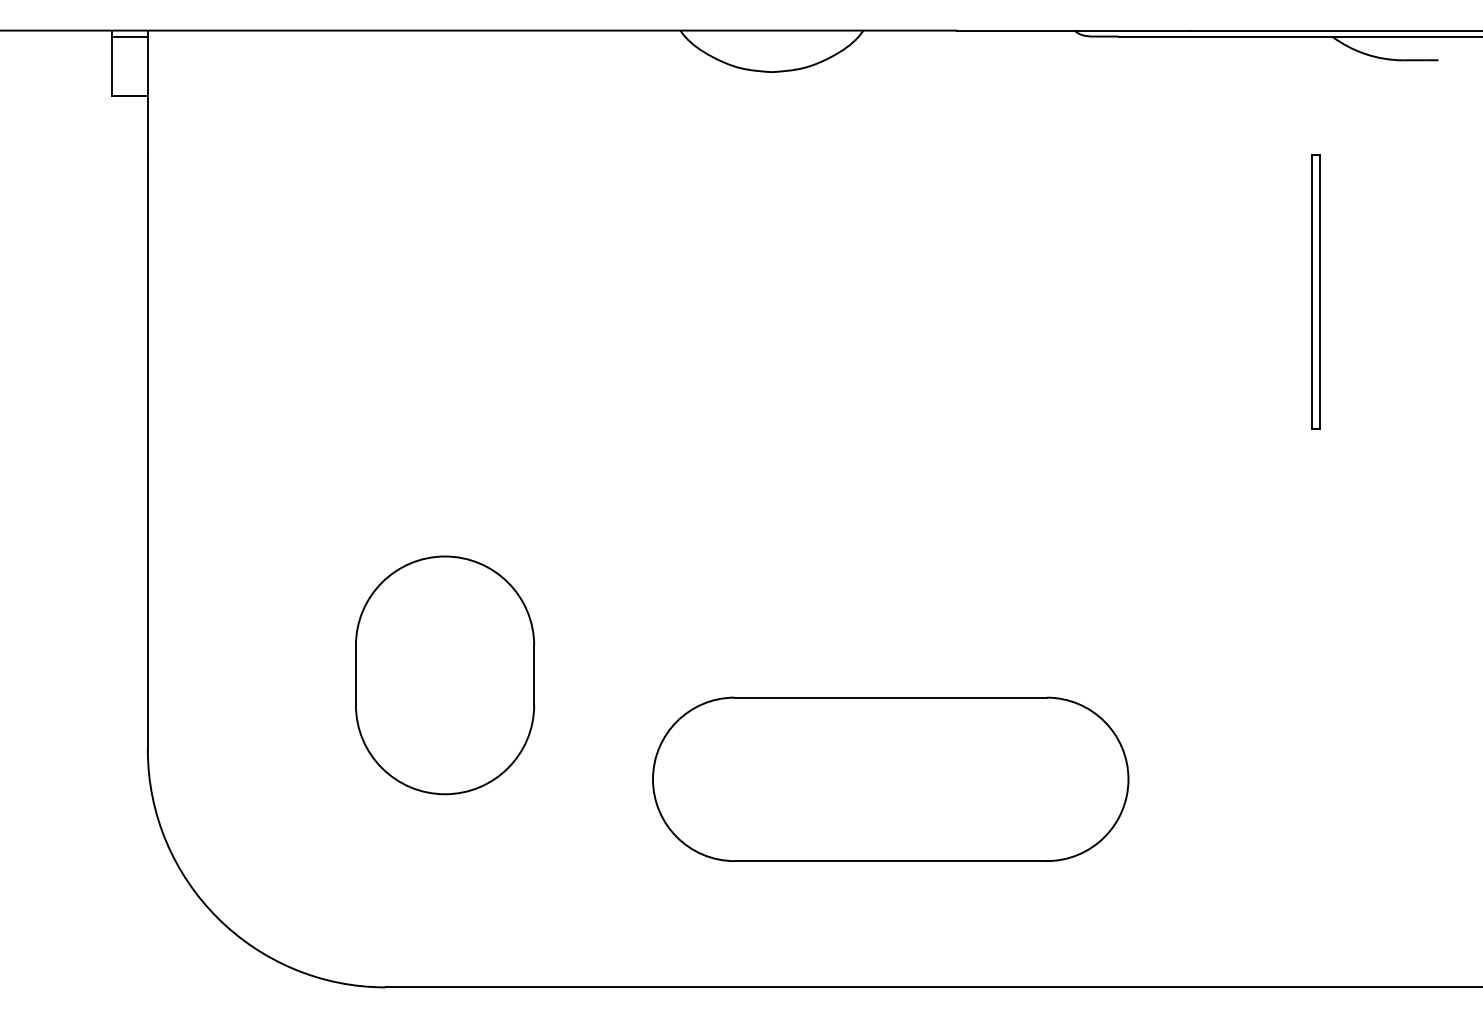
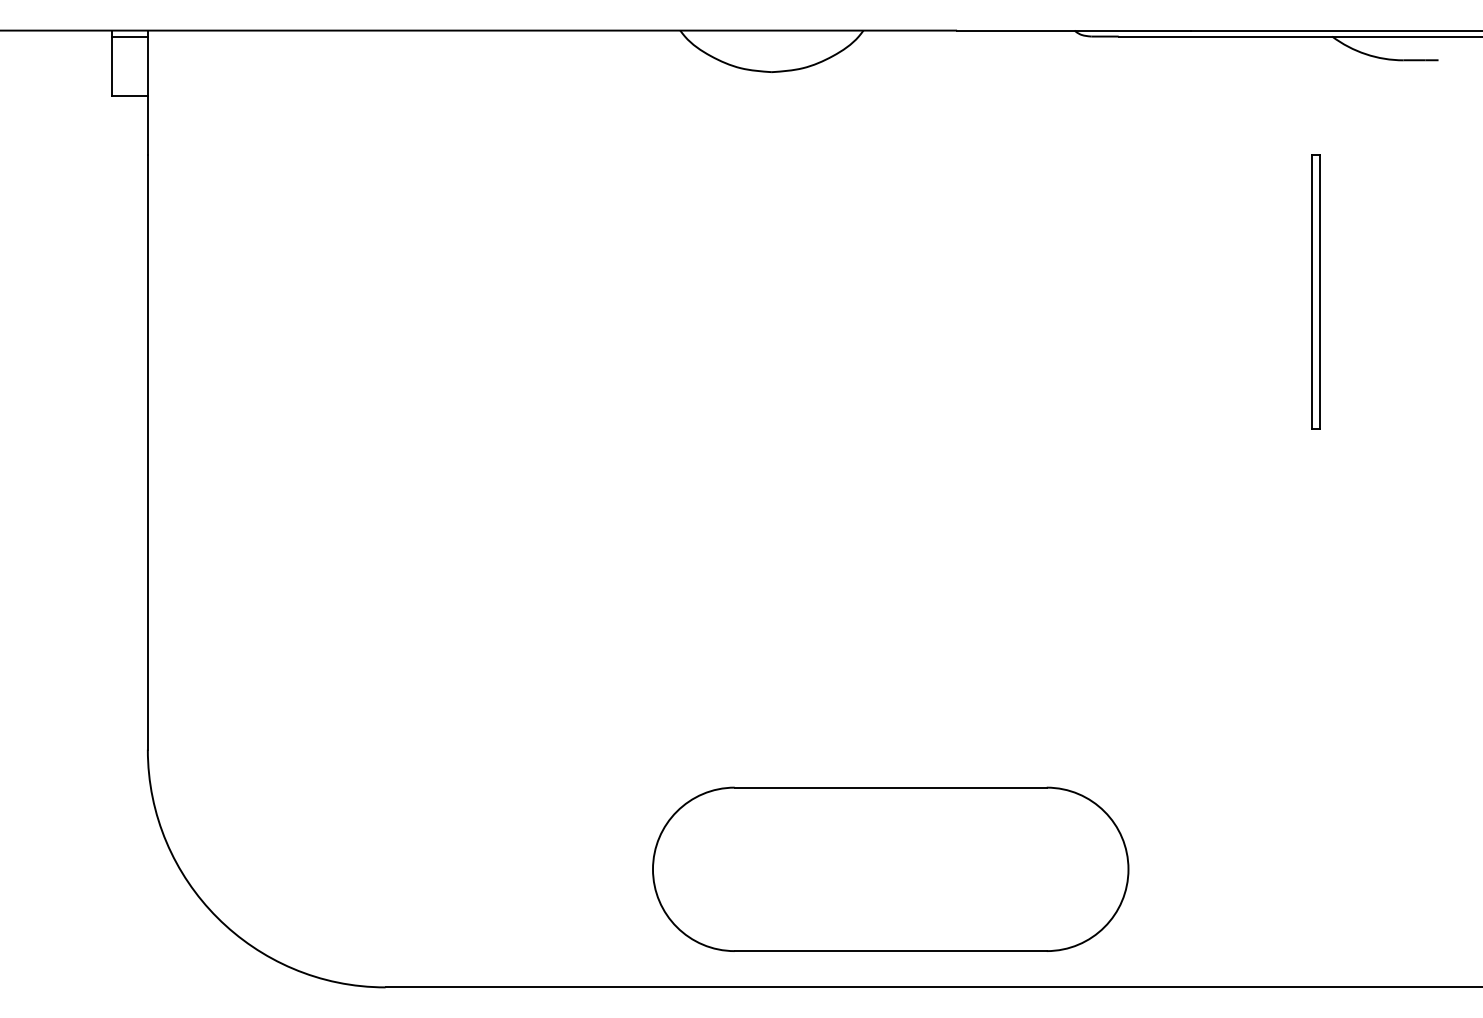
part at (445, 675): present -> none
part at (890, 778) position: (890, 778) -> (890, 868)
